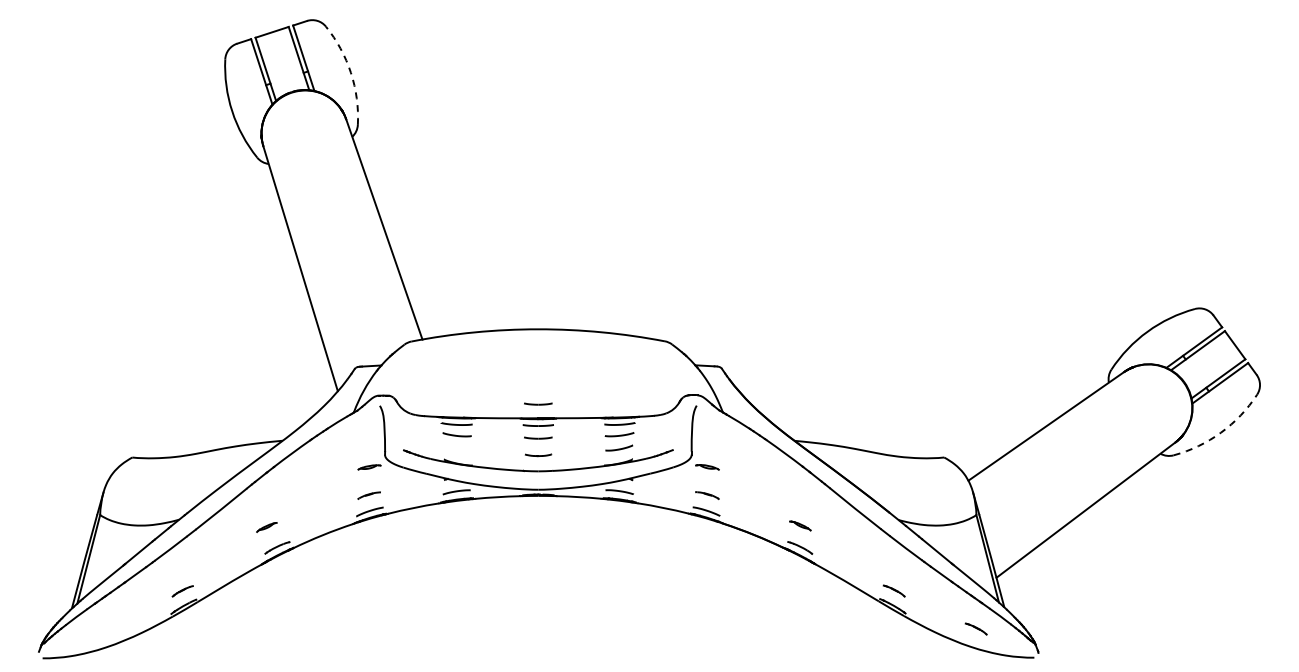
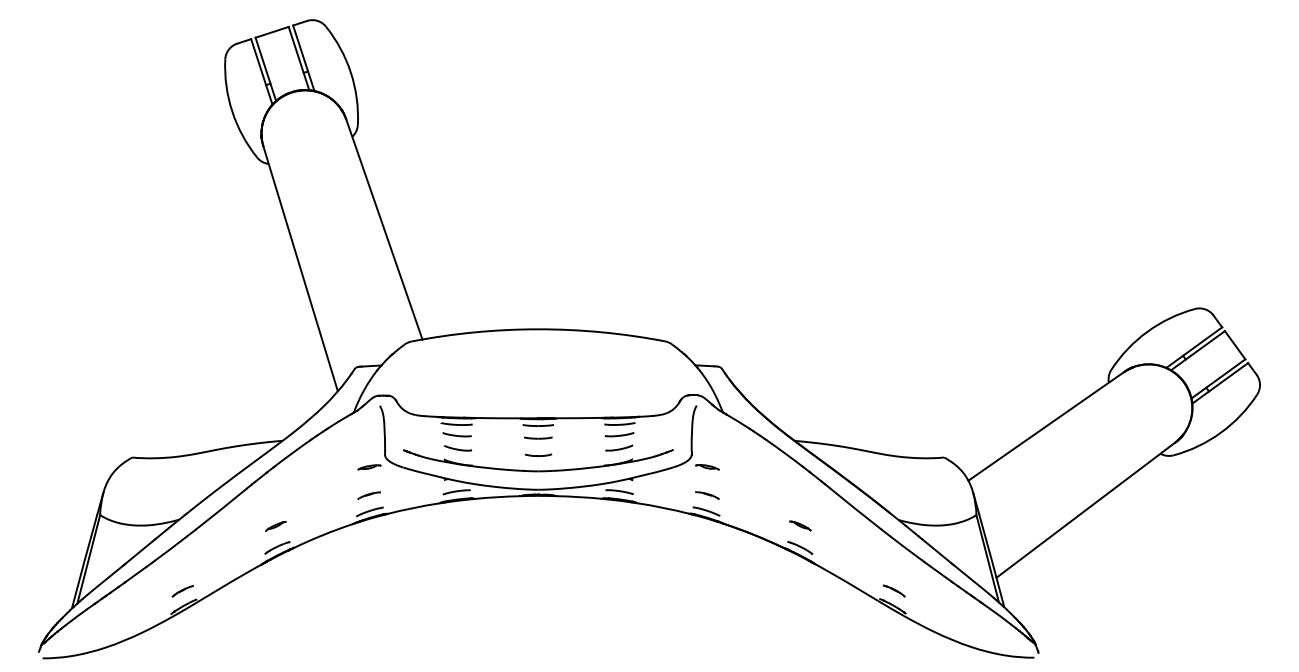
arc at (350, 72): dashed -> solid
line at (538, 403): present -> none
arc at (1220, 432): dashed -> solid
curve at (457, 448): none -> present
line at (266, 527) position: (266, 527) -> (275, 526)
line at (975, 628): present -> none
